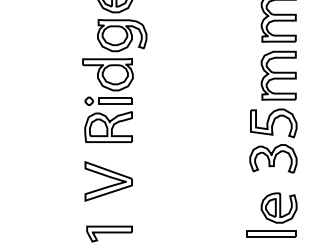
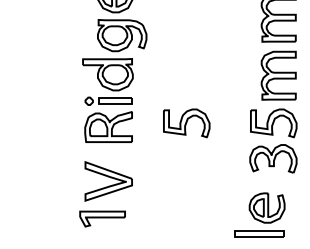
part at (186, 123): none -> present
part at (271, 214) position: (271, 214) -> (259, 214)
part at (109, 233) position: (109, 233) -> (102, 218)
